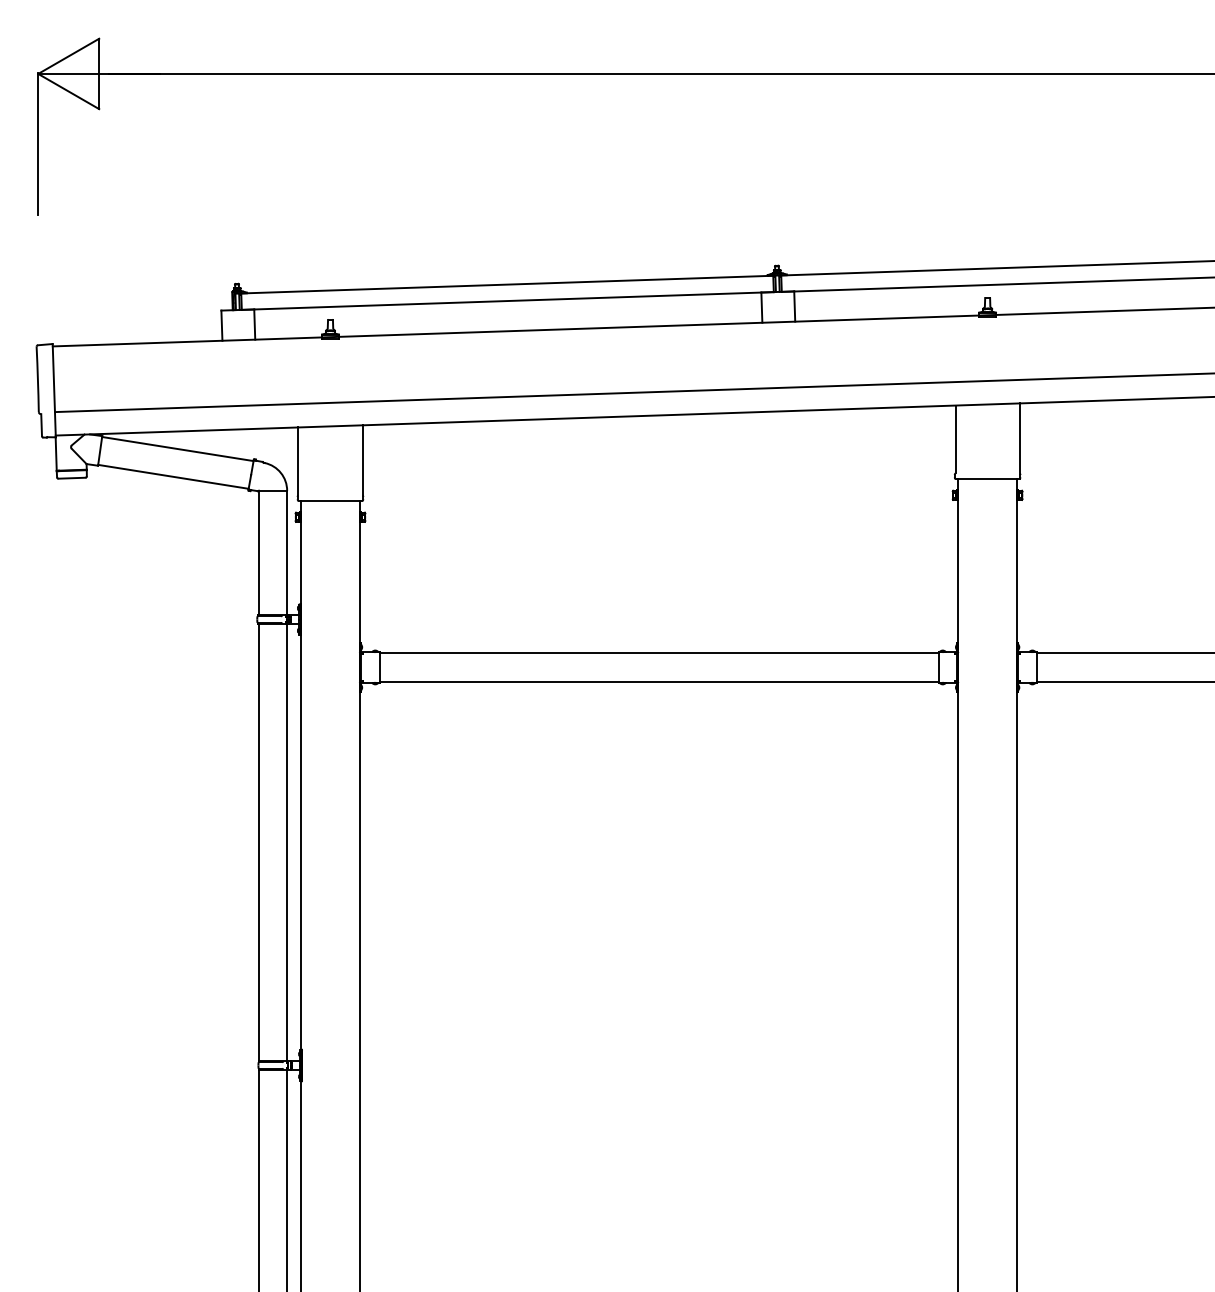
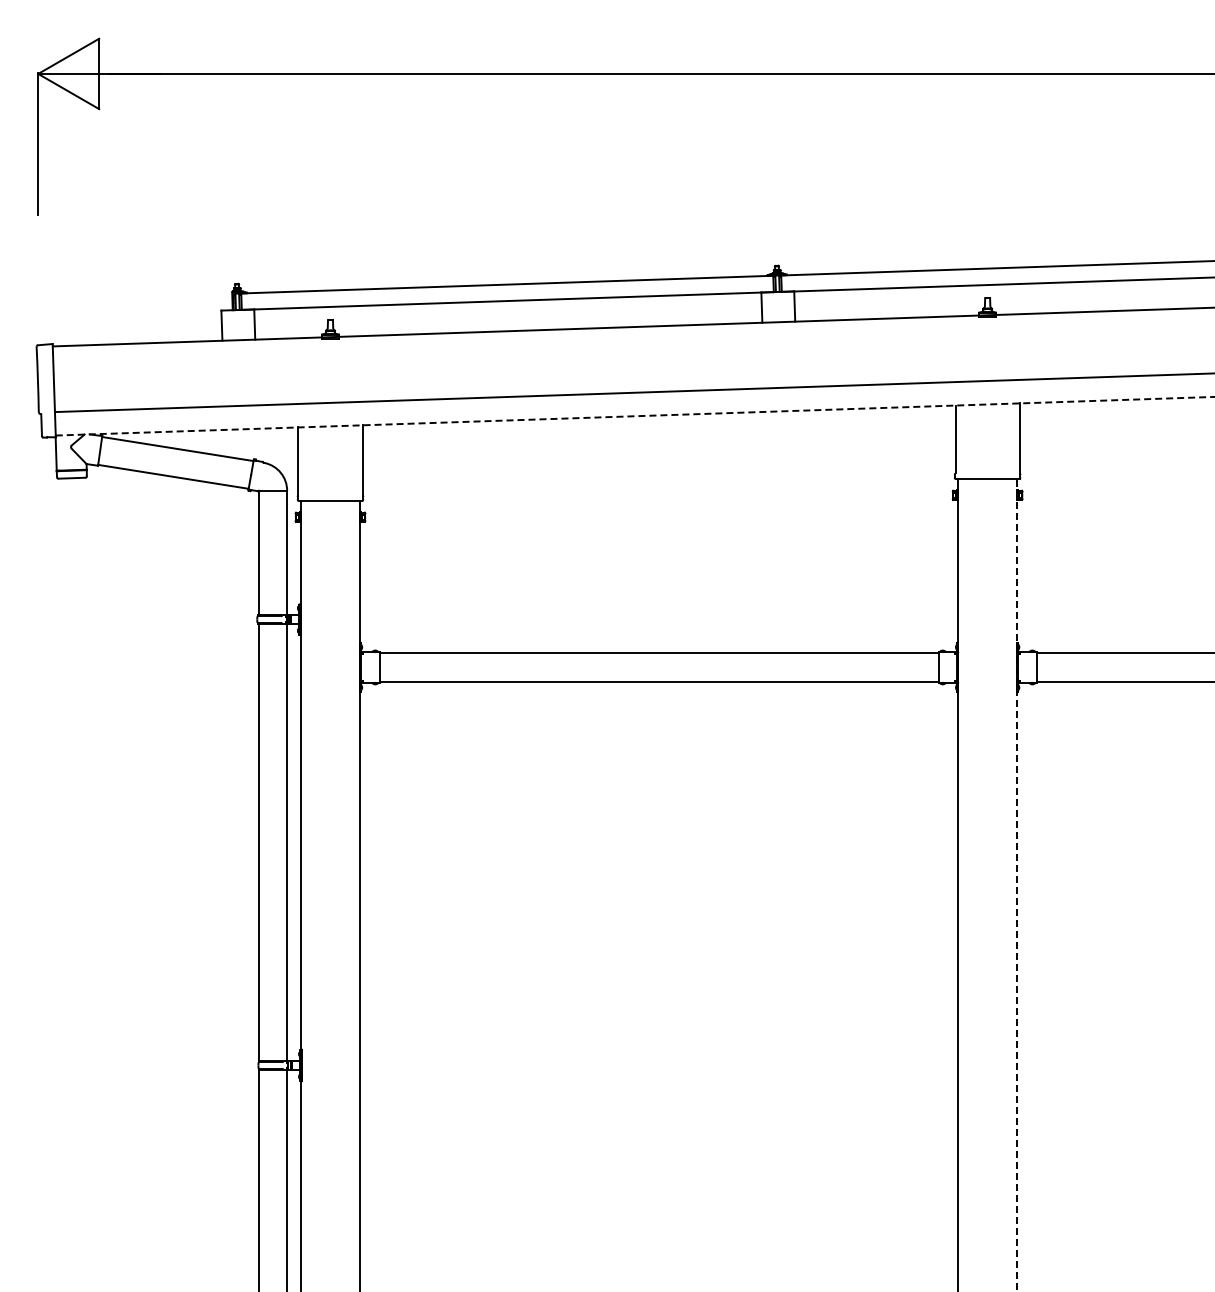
line at (635, 416): solid -> dashed
line at (1016, 885): solid -> dashed
